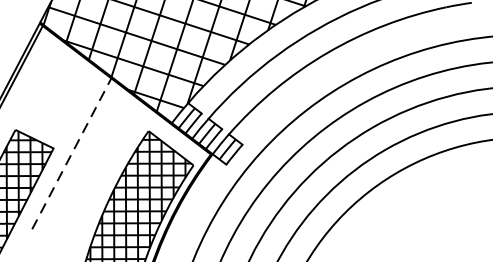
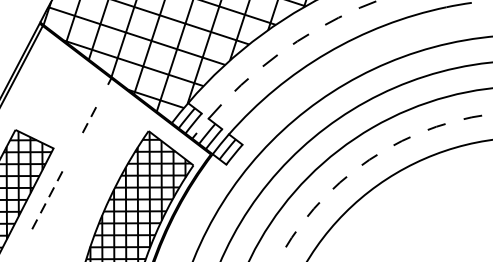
arc at (274, 57): solid -> dashed
line at (102, 95): present -> none
part at (72, 152): present -> none
arc at (366, 161): solid -> dashed
